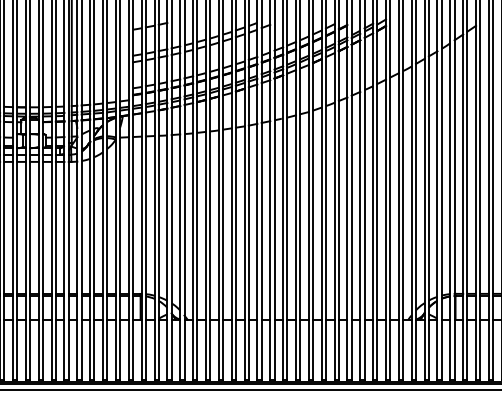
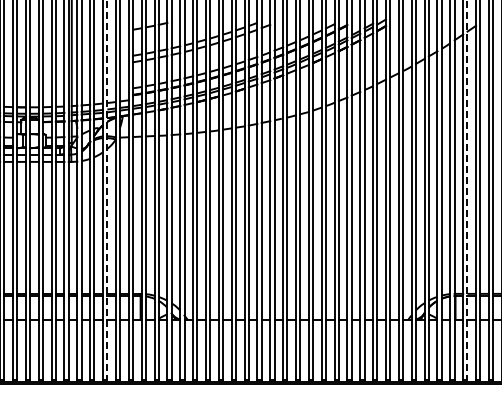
line at (107, 190): solid -> dashed
line at (467, 190): solid -> dashed
line at (250, 390): present -> none
